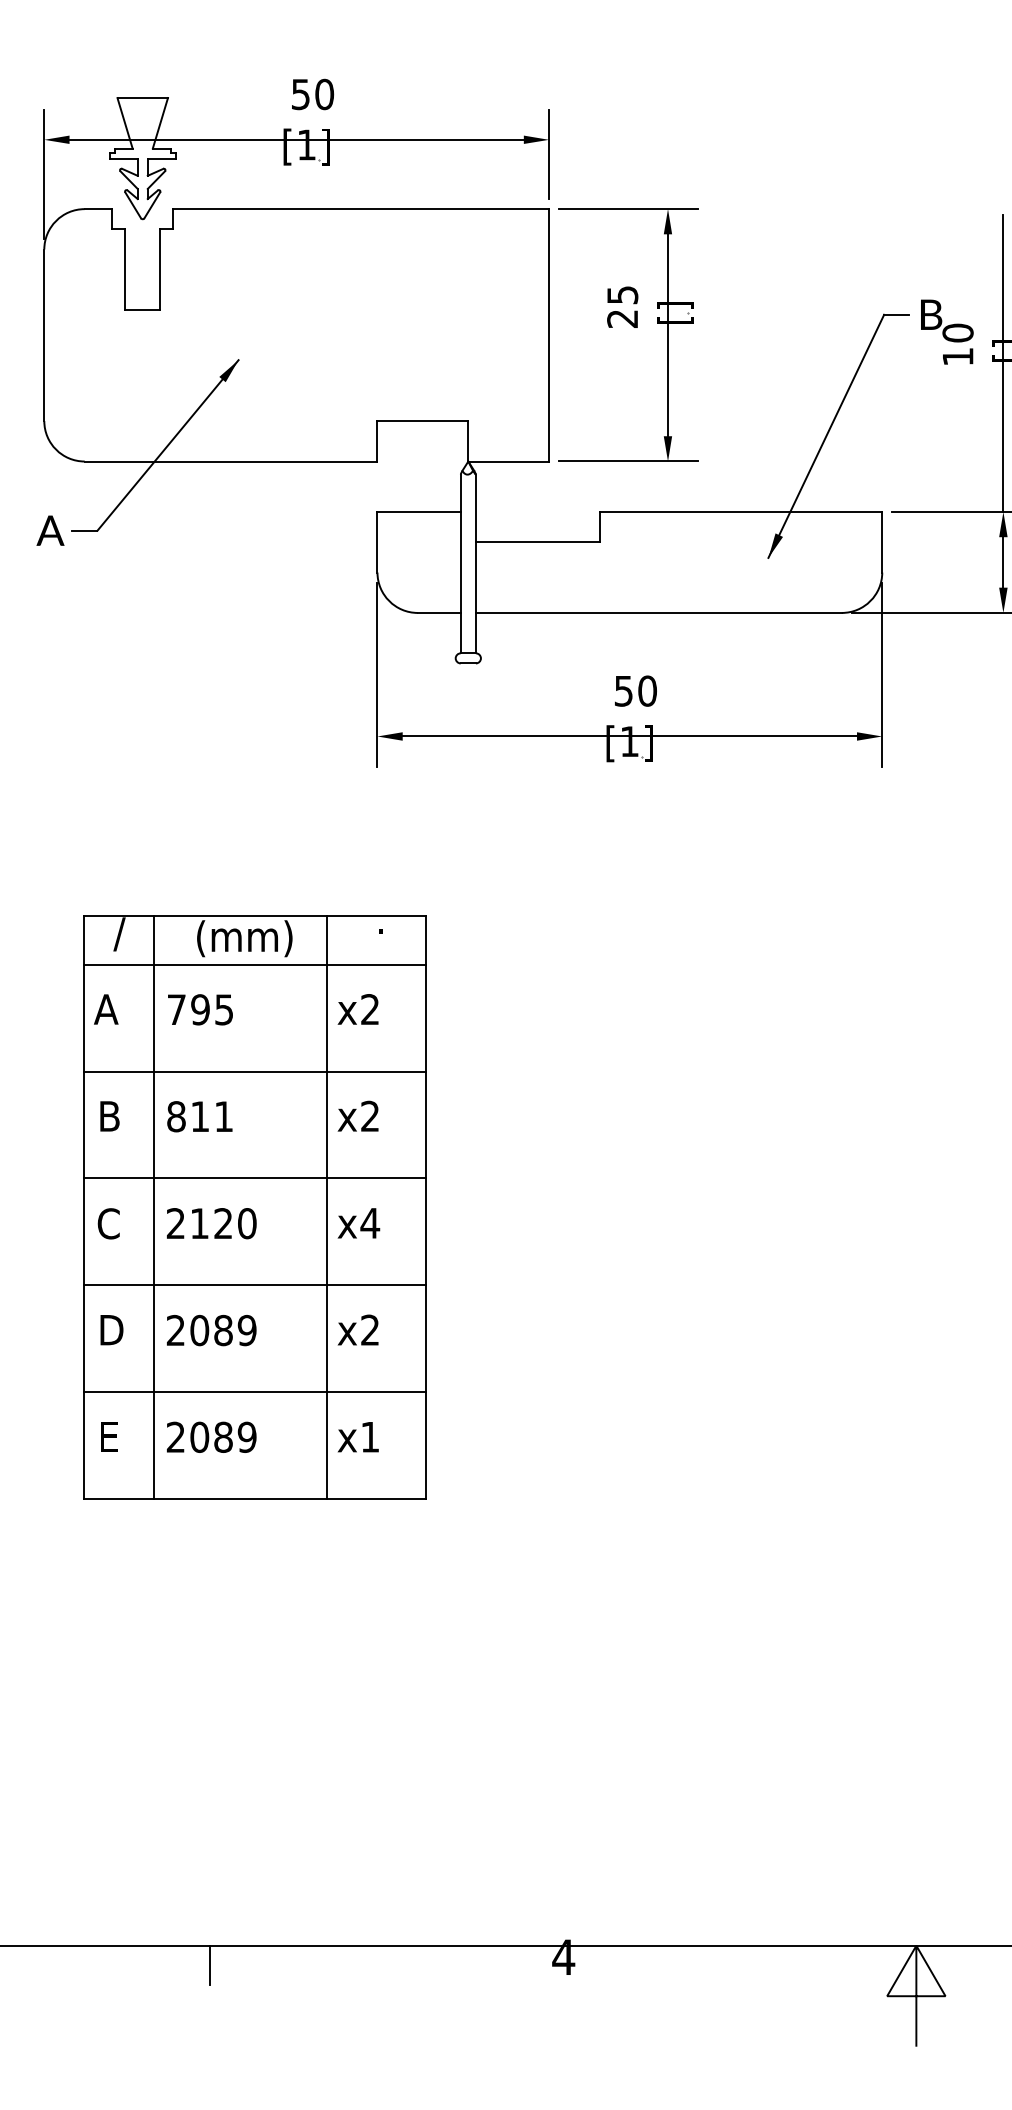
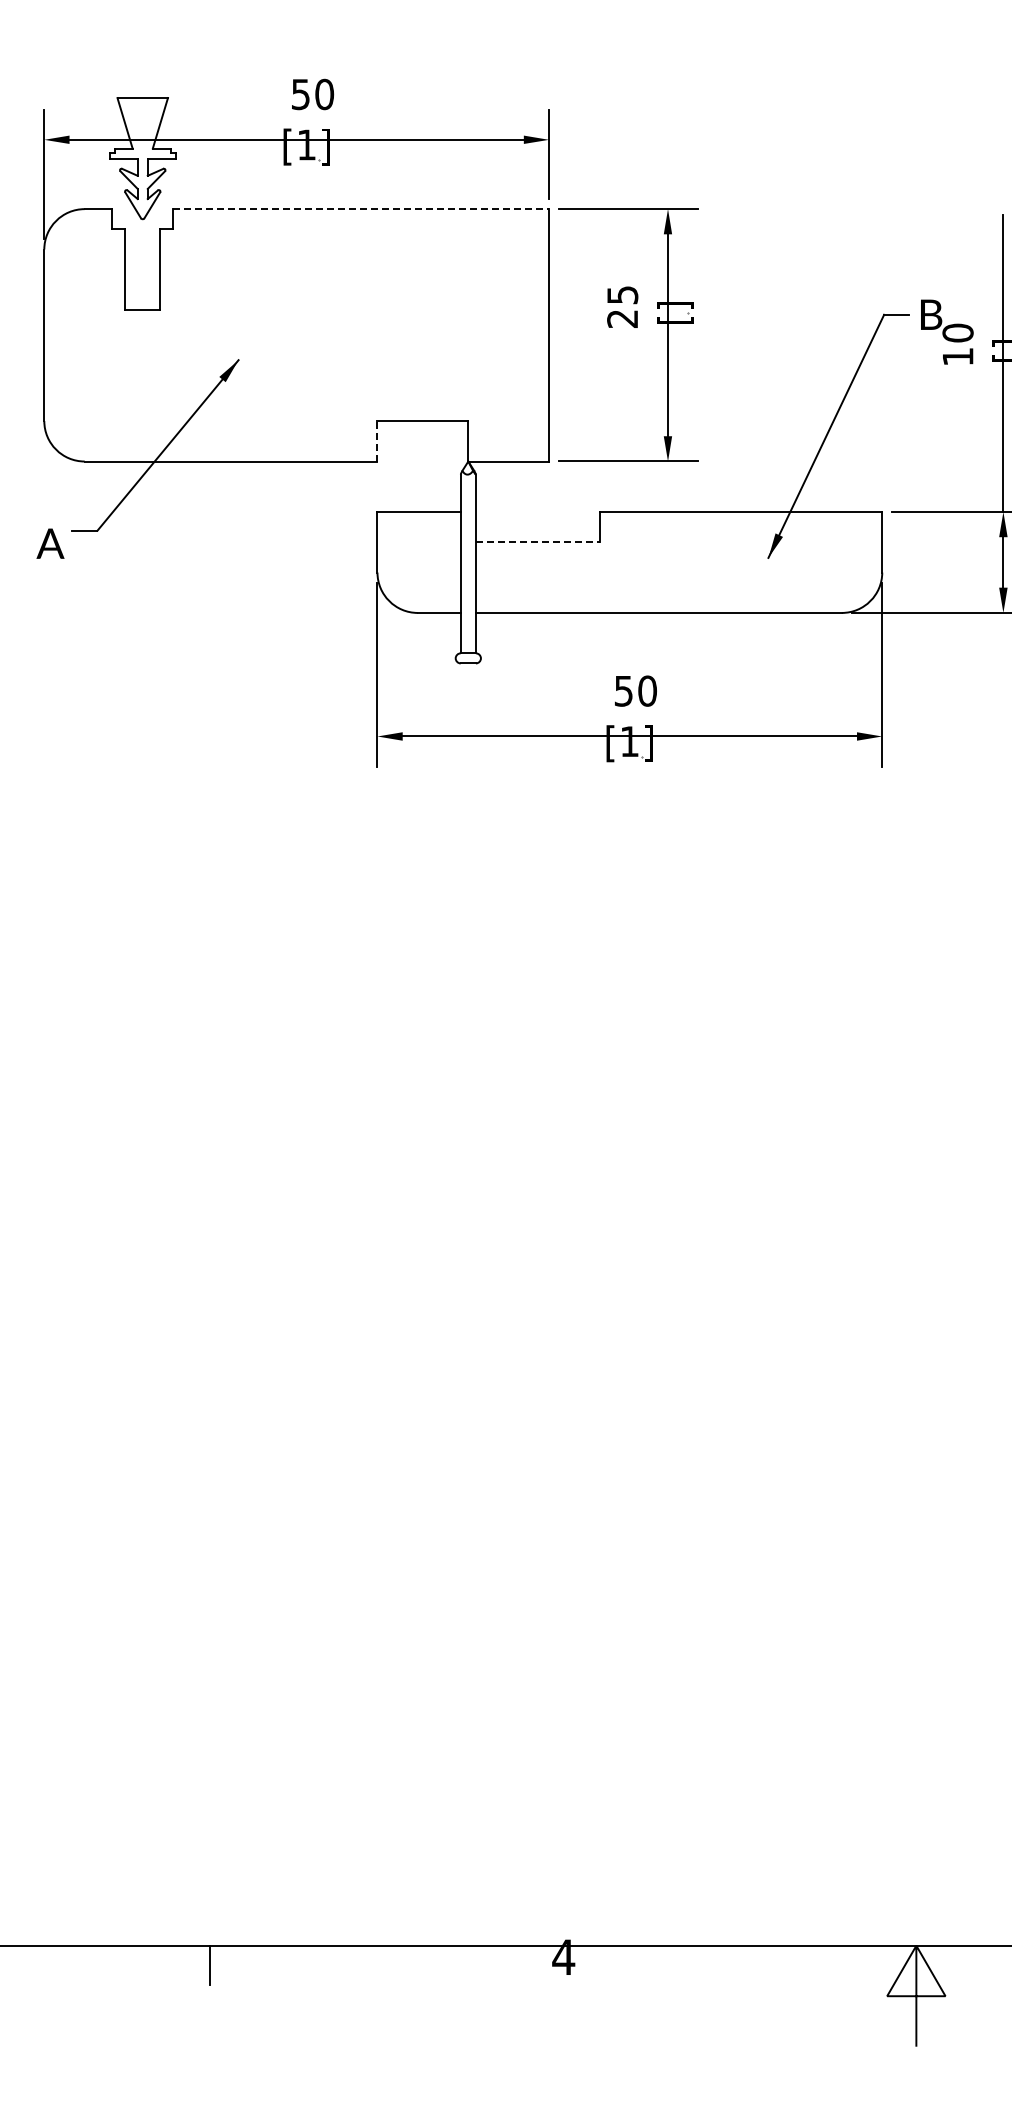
line at (361, 209): solid -> dashed
line at (377, 440): solid -> dashed
text at (50, 530) position: (50, 530) -> (50, 543)
line at (537, 542): solid -> dashed
part at (254, 1207): present -> none
